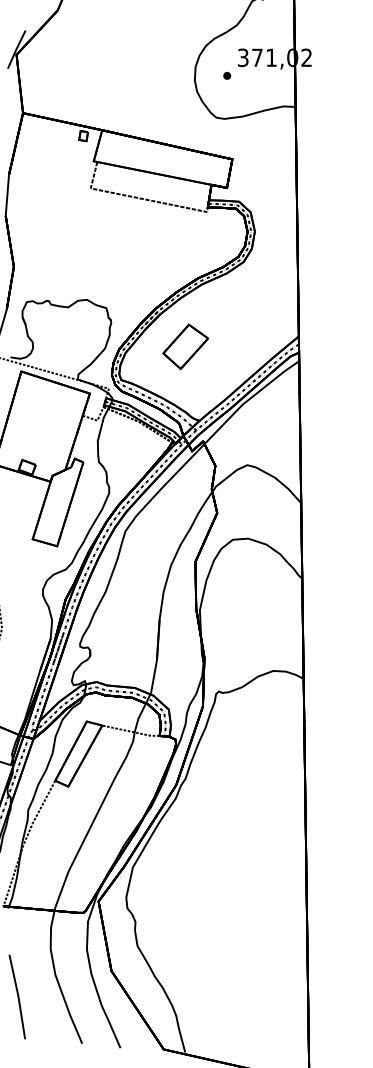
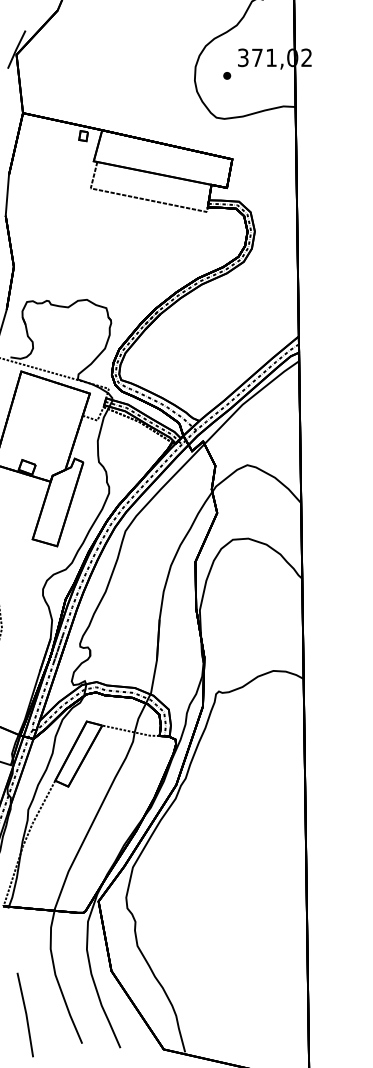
part at (185, 346): present -> none
line at (17, 996) position: (17, 996) -> (25, 1014)
